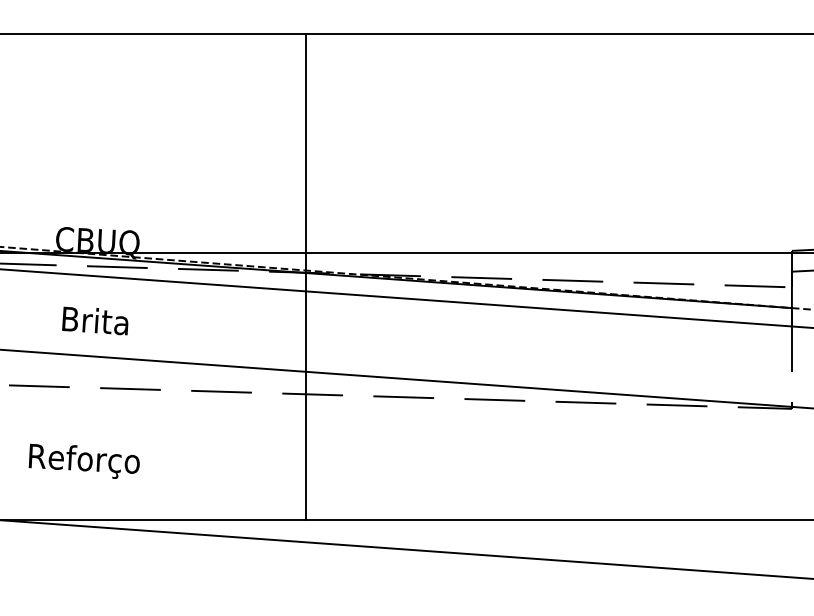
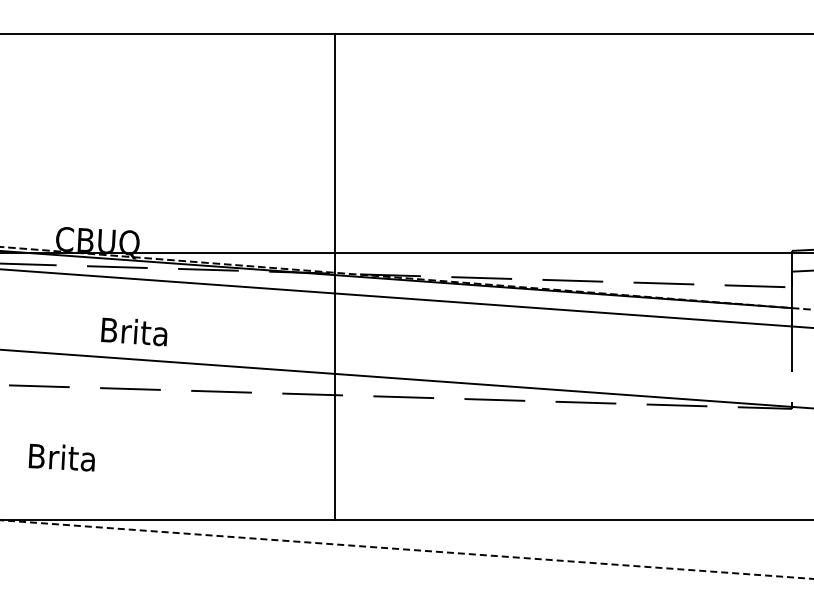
line at (305, 277) position: (305, 277) -> (334, 277)
text at (95, 320) position: (95, 320) -> (134, 331)
text at (85, 461): Reforço -> Brita
line at (407, 549): solid -> dashed
